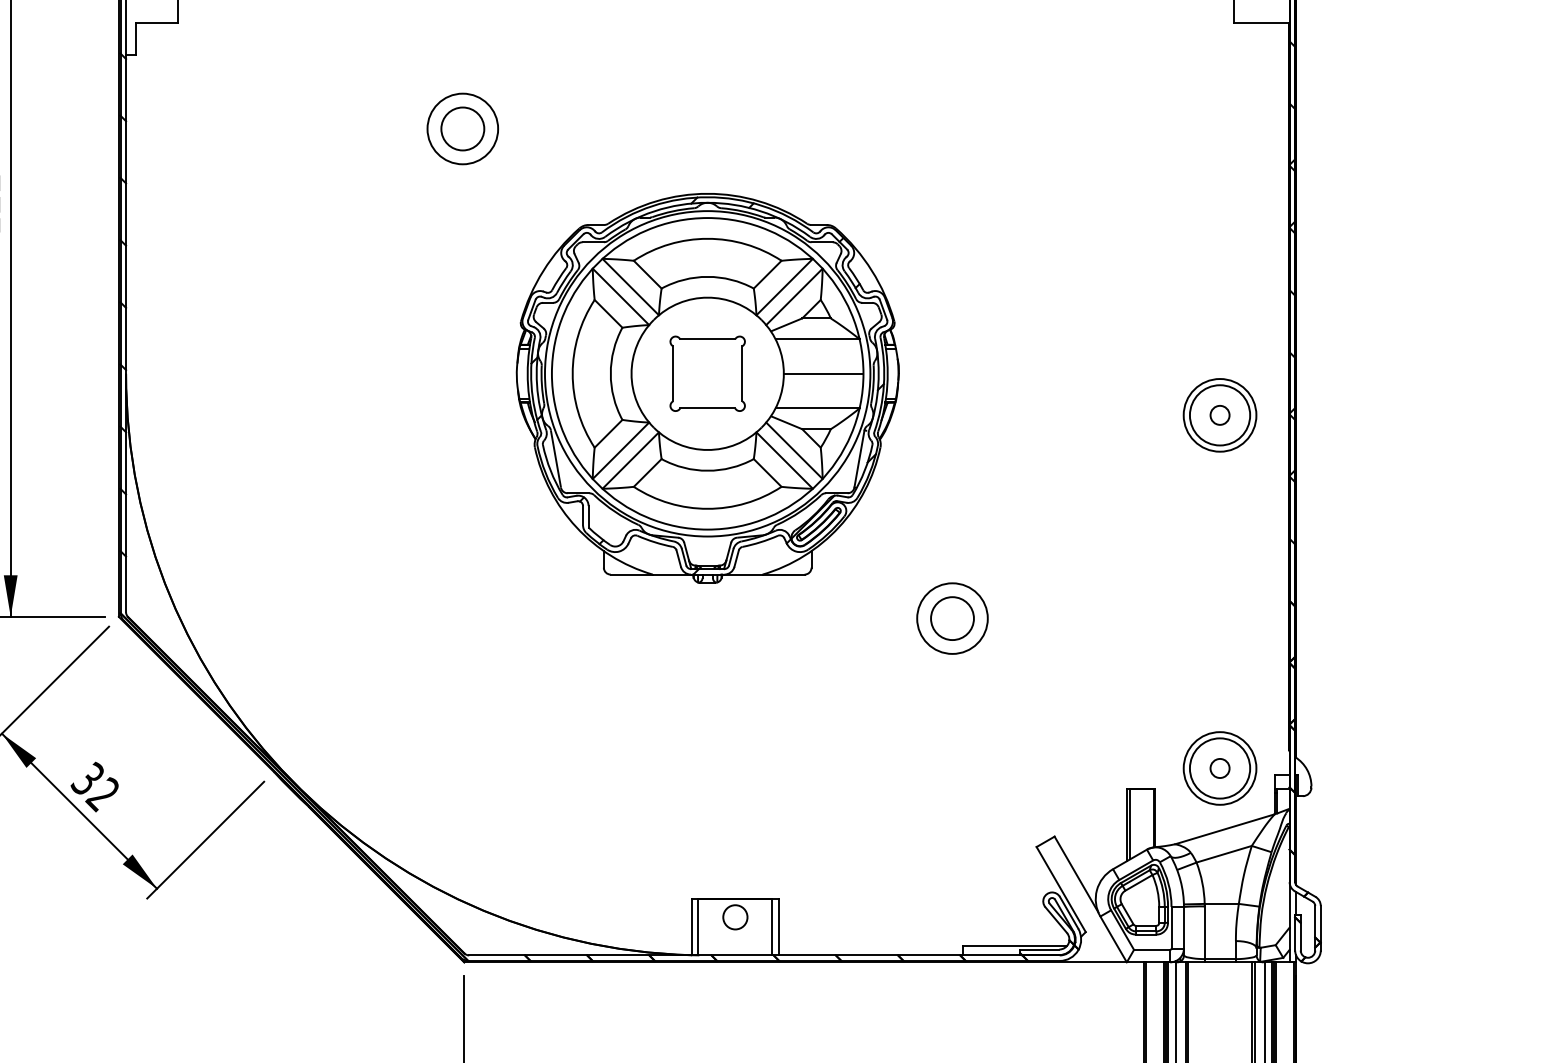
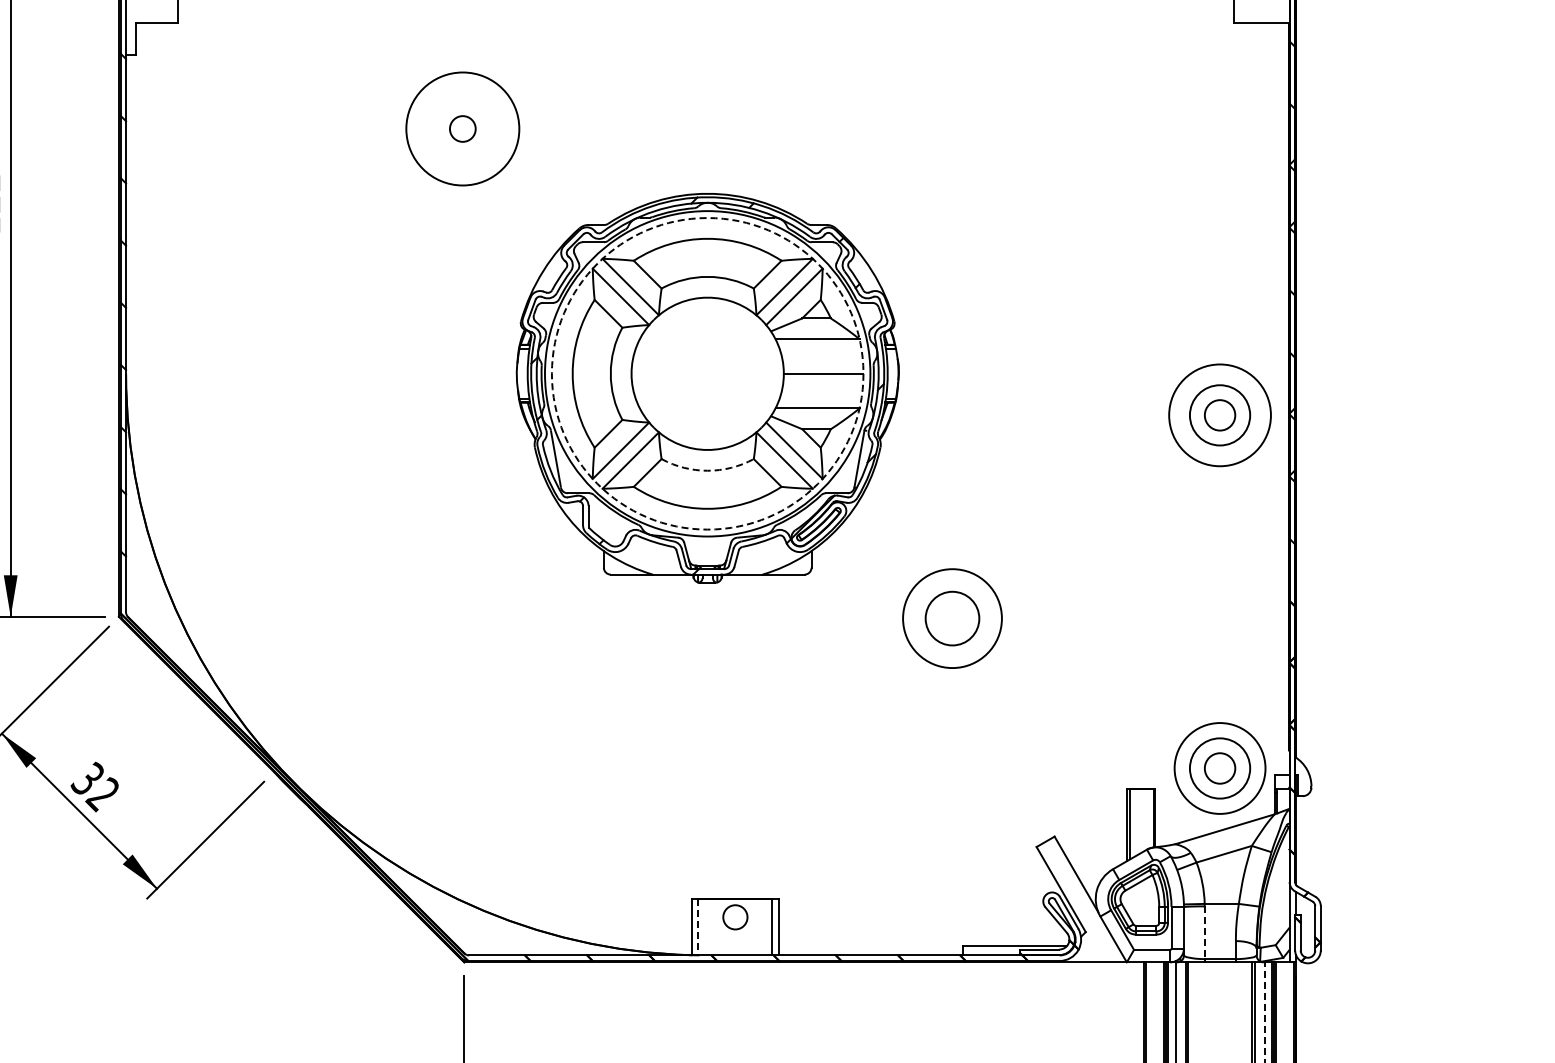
circle at (462, 128) diameter: 43 px -> 26 px
circle at (462, 128) diameter: 71 px -> 113 px
circle at (707, 373): solid -> dashed
part at (707, 373): present -> none
circle at (1219, 414) diameter: 19 px -> 30 px
circle at (1219, 415) diameter: 73 px -> 102 px
arc at (707, 470): solid -> dashed
circle at (952, 618) diameter: 43 px -> 54 px
circle at (952, 618) diameter: 71 px -> 99 px
circle at (1219, 768) diameter: 19 px -> 30 px
circle at (1219, 768) diameter: 73 px -> 91 px
line at (698, 927): solid -> dashed
line at (1204, 933): solid -> dashed
line at (1264, 1012): solid -> dashed
